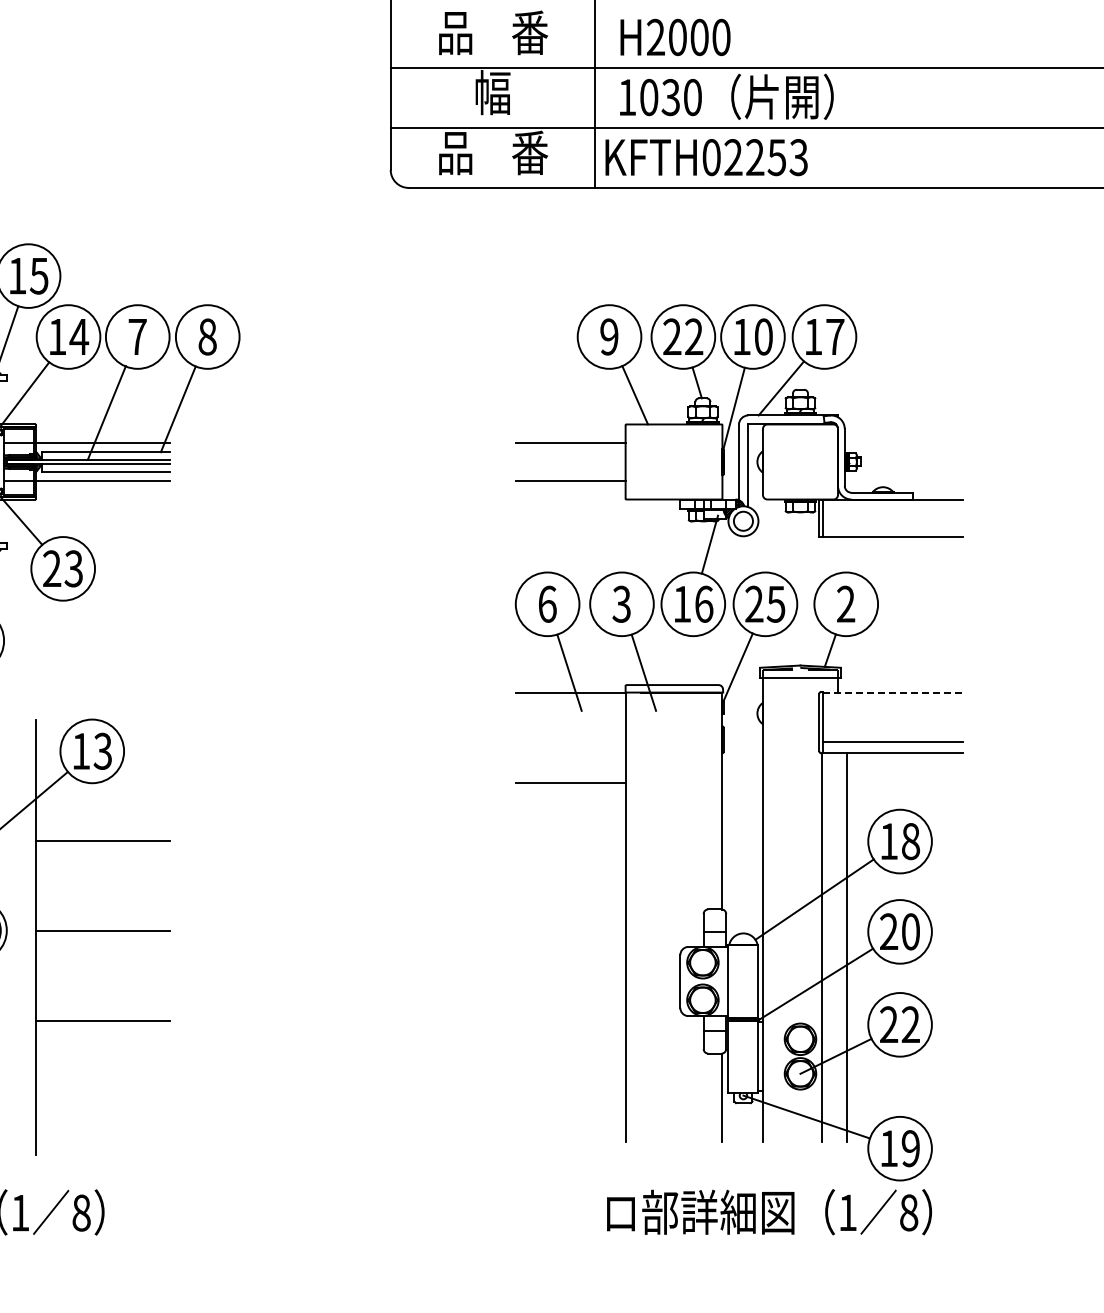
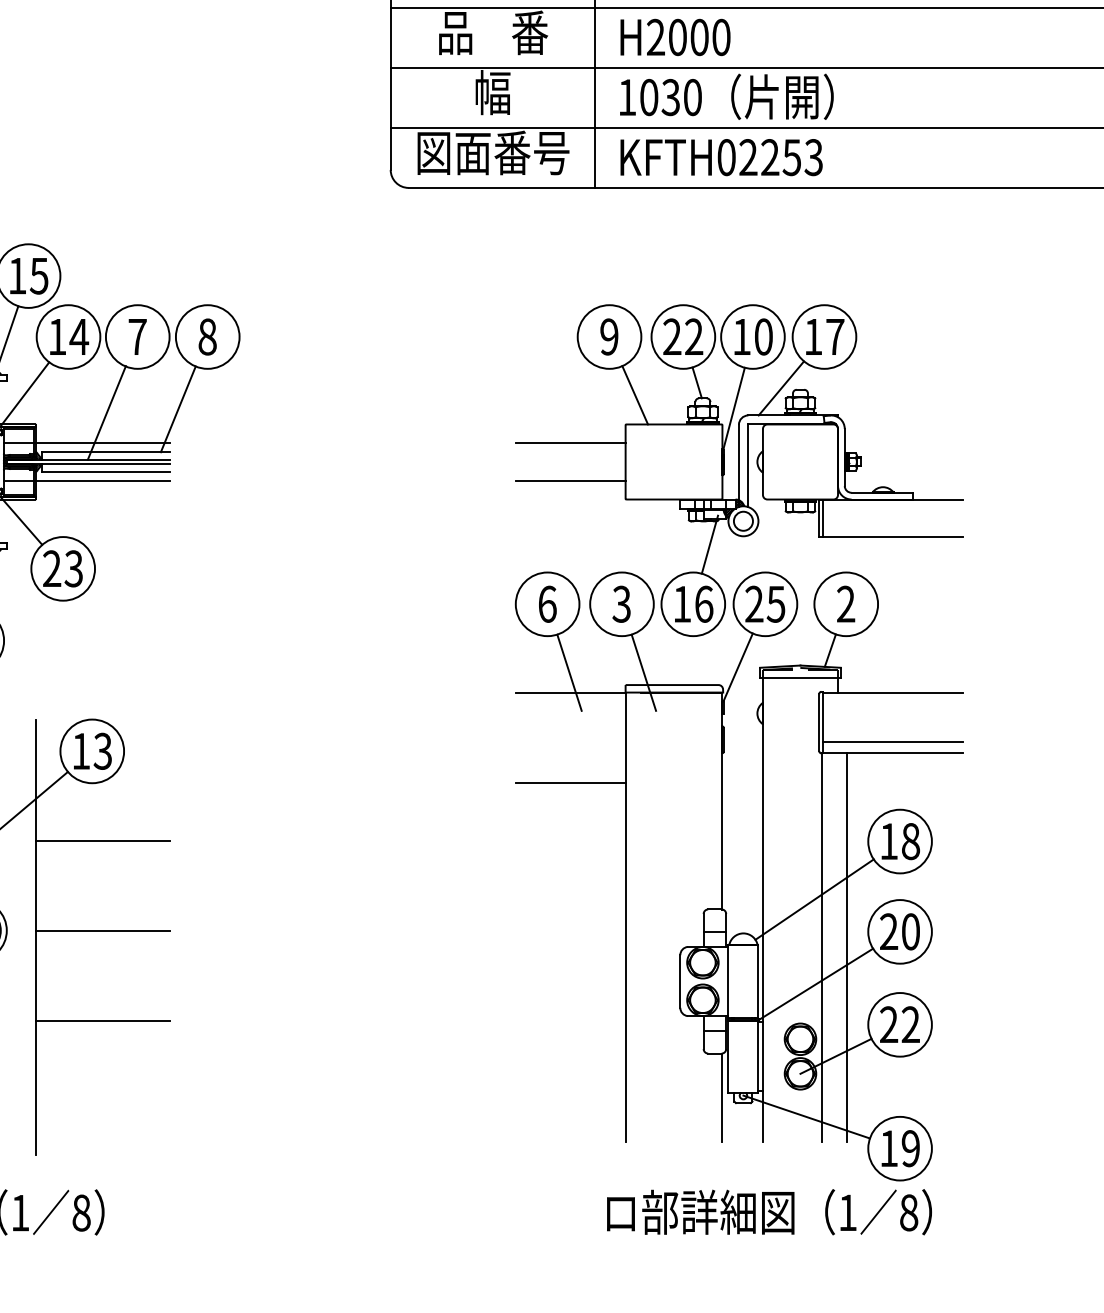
line at (745, 7): none -> present
text at (493, 152): 品    番 -> 図面番号
text at (706, 157) position: (706, 157) -> (721, 157)
line at (893, 692): dashed -> solid
